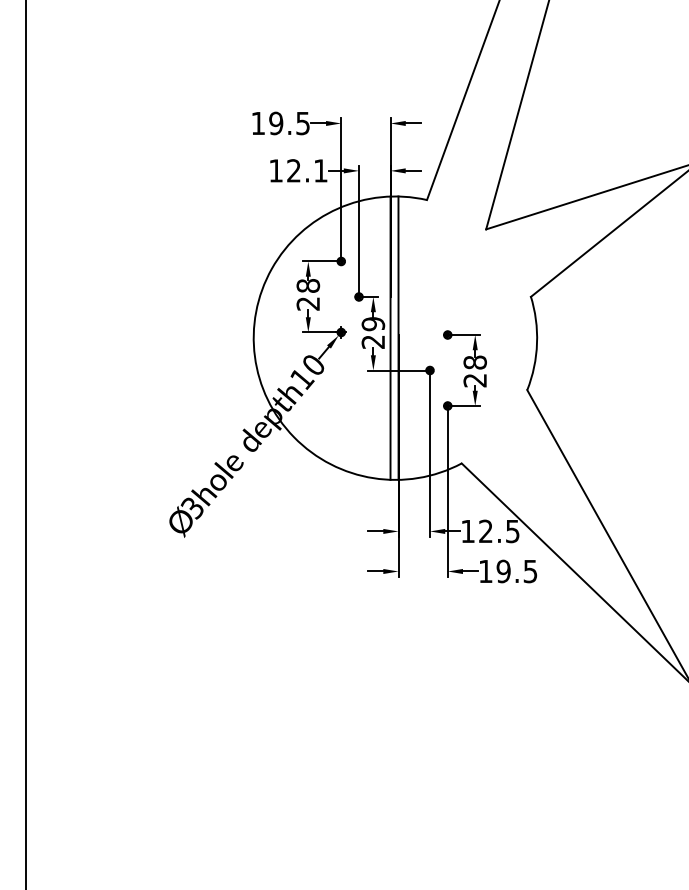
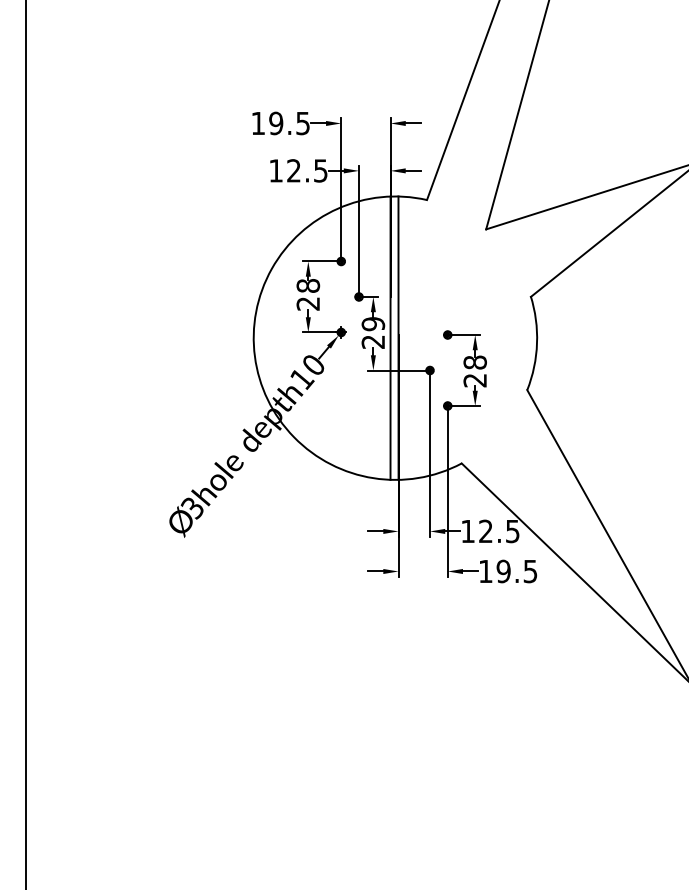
text at (320, 170): 12.1 -> 12.5
